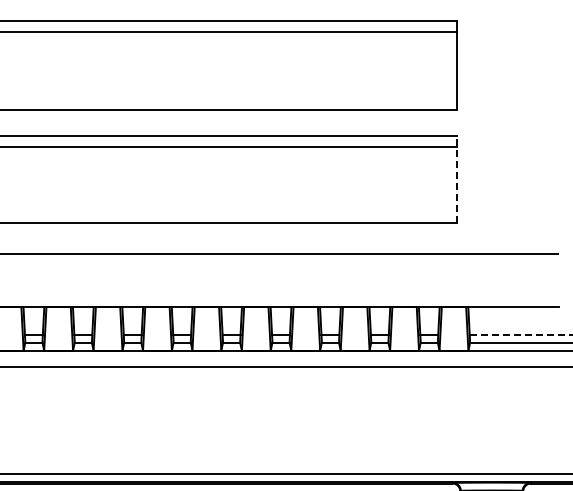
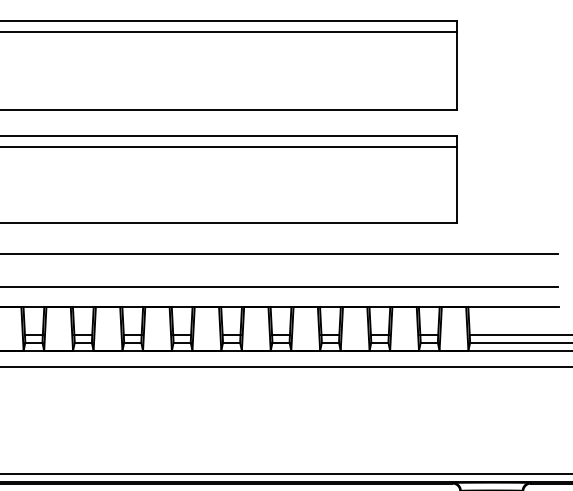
line at (457, 178): dashed -> solid
line at (280, 286): none -> present
line at (521, 334): dashed -> solid
